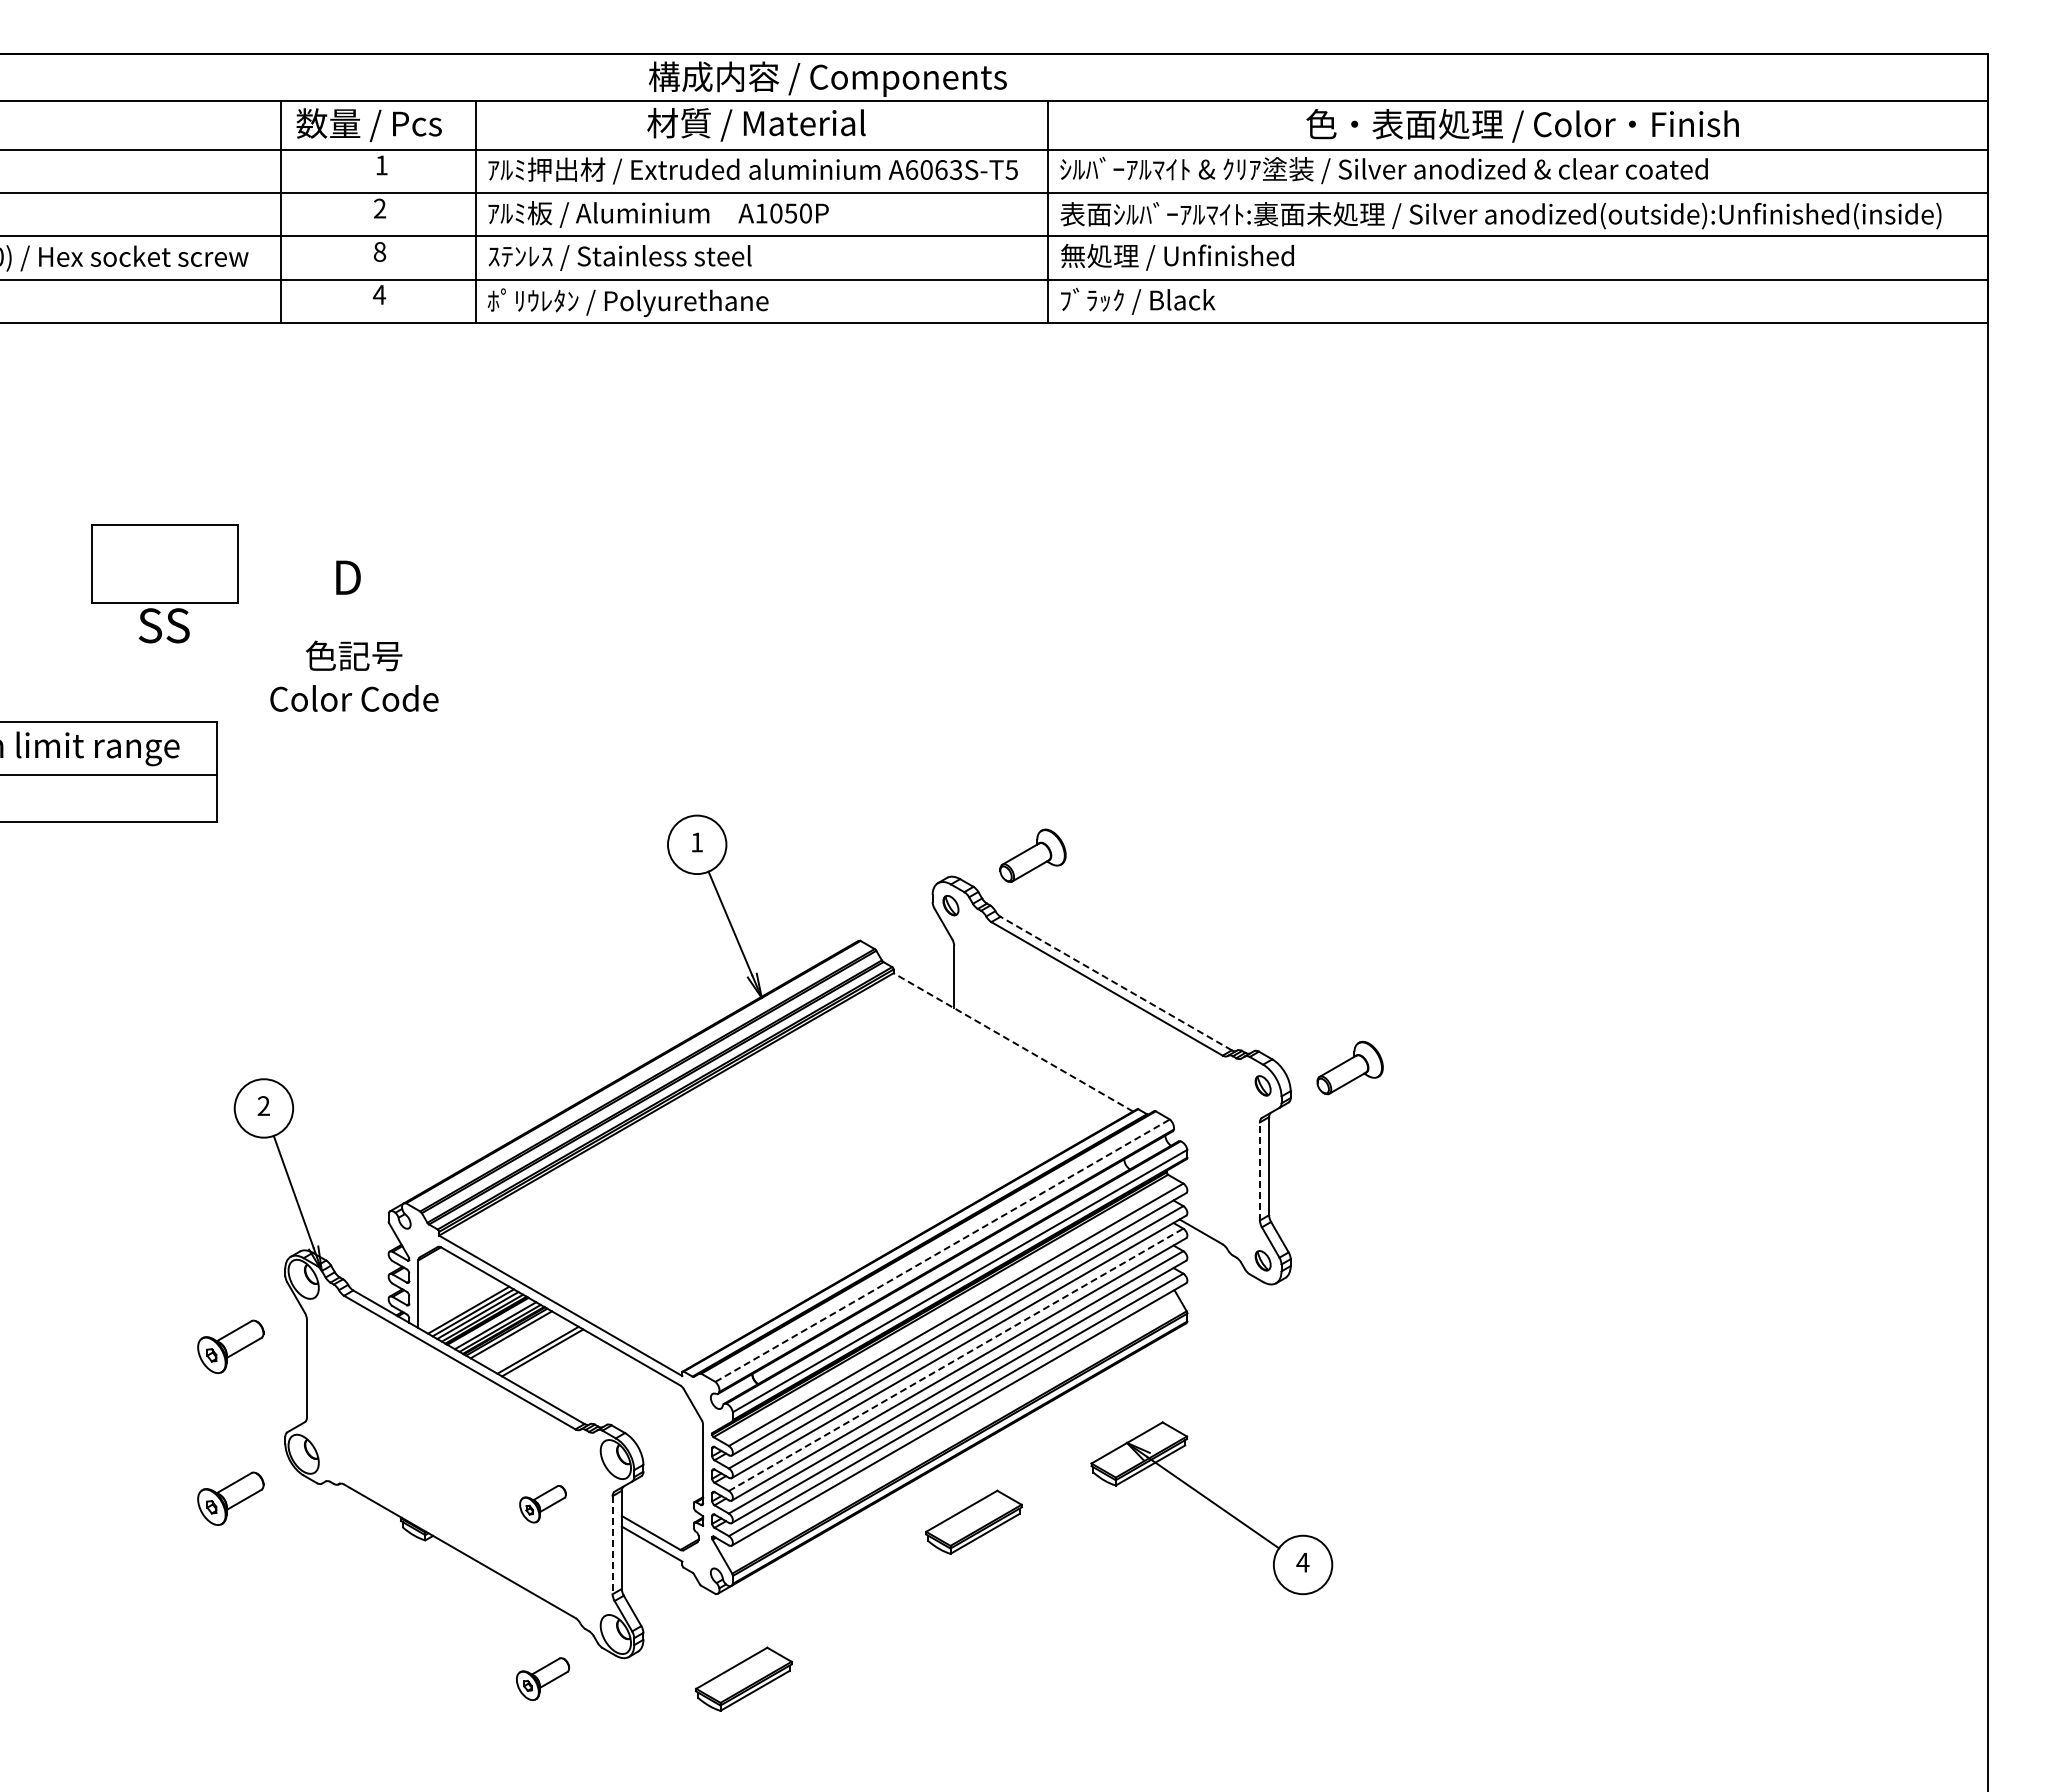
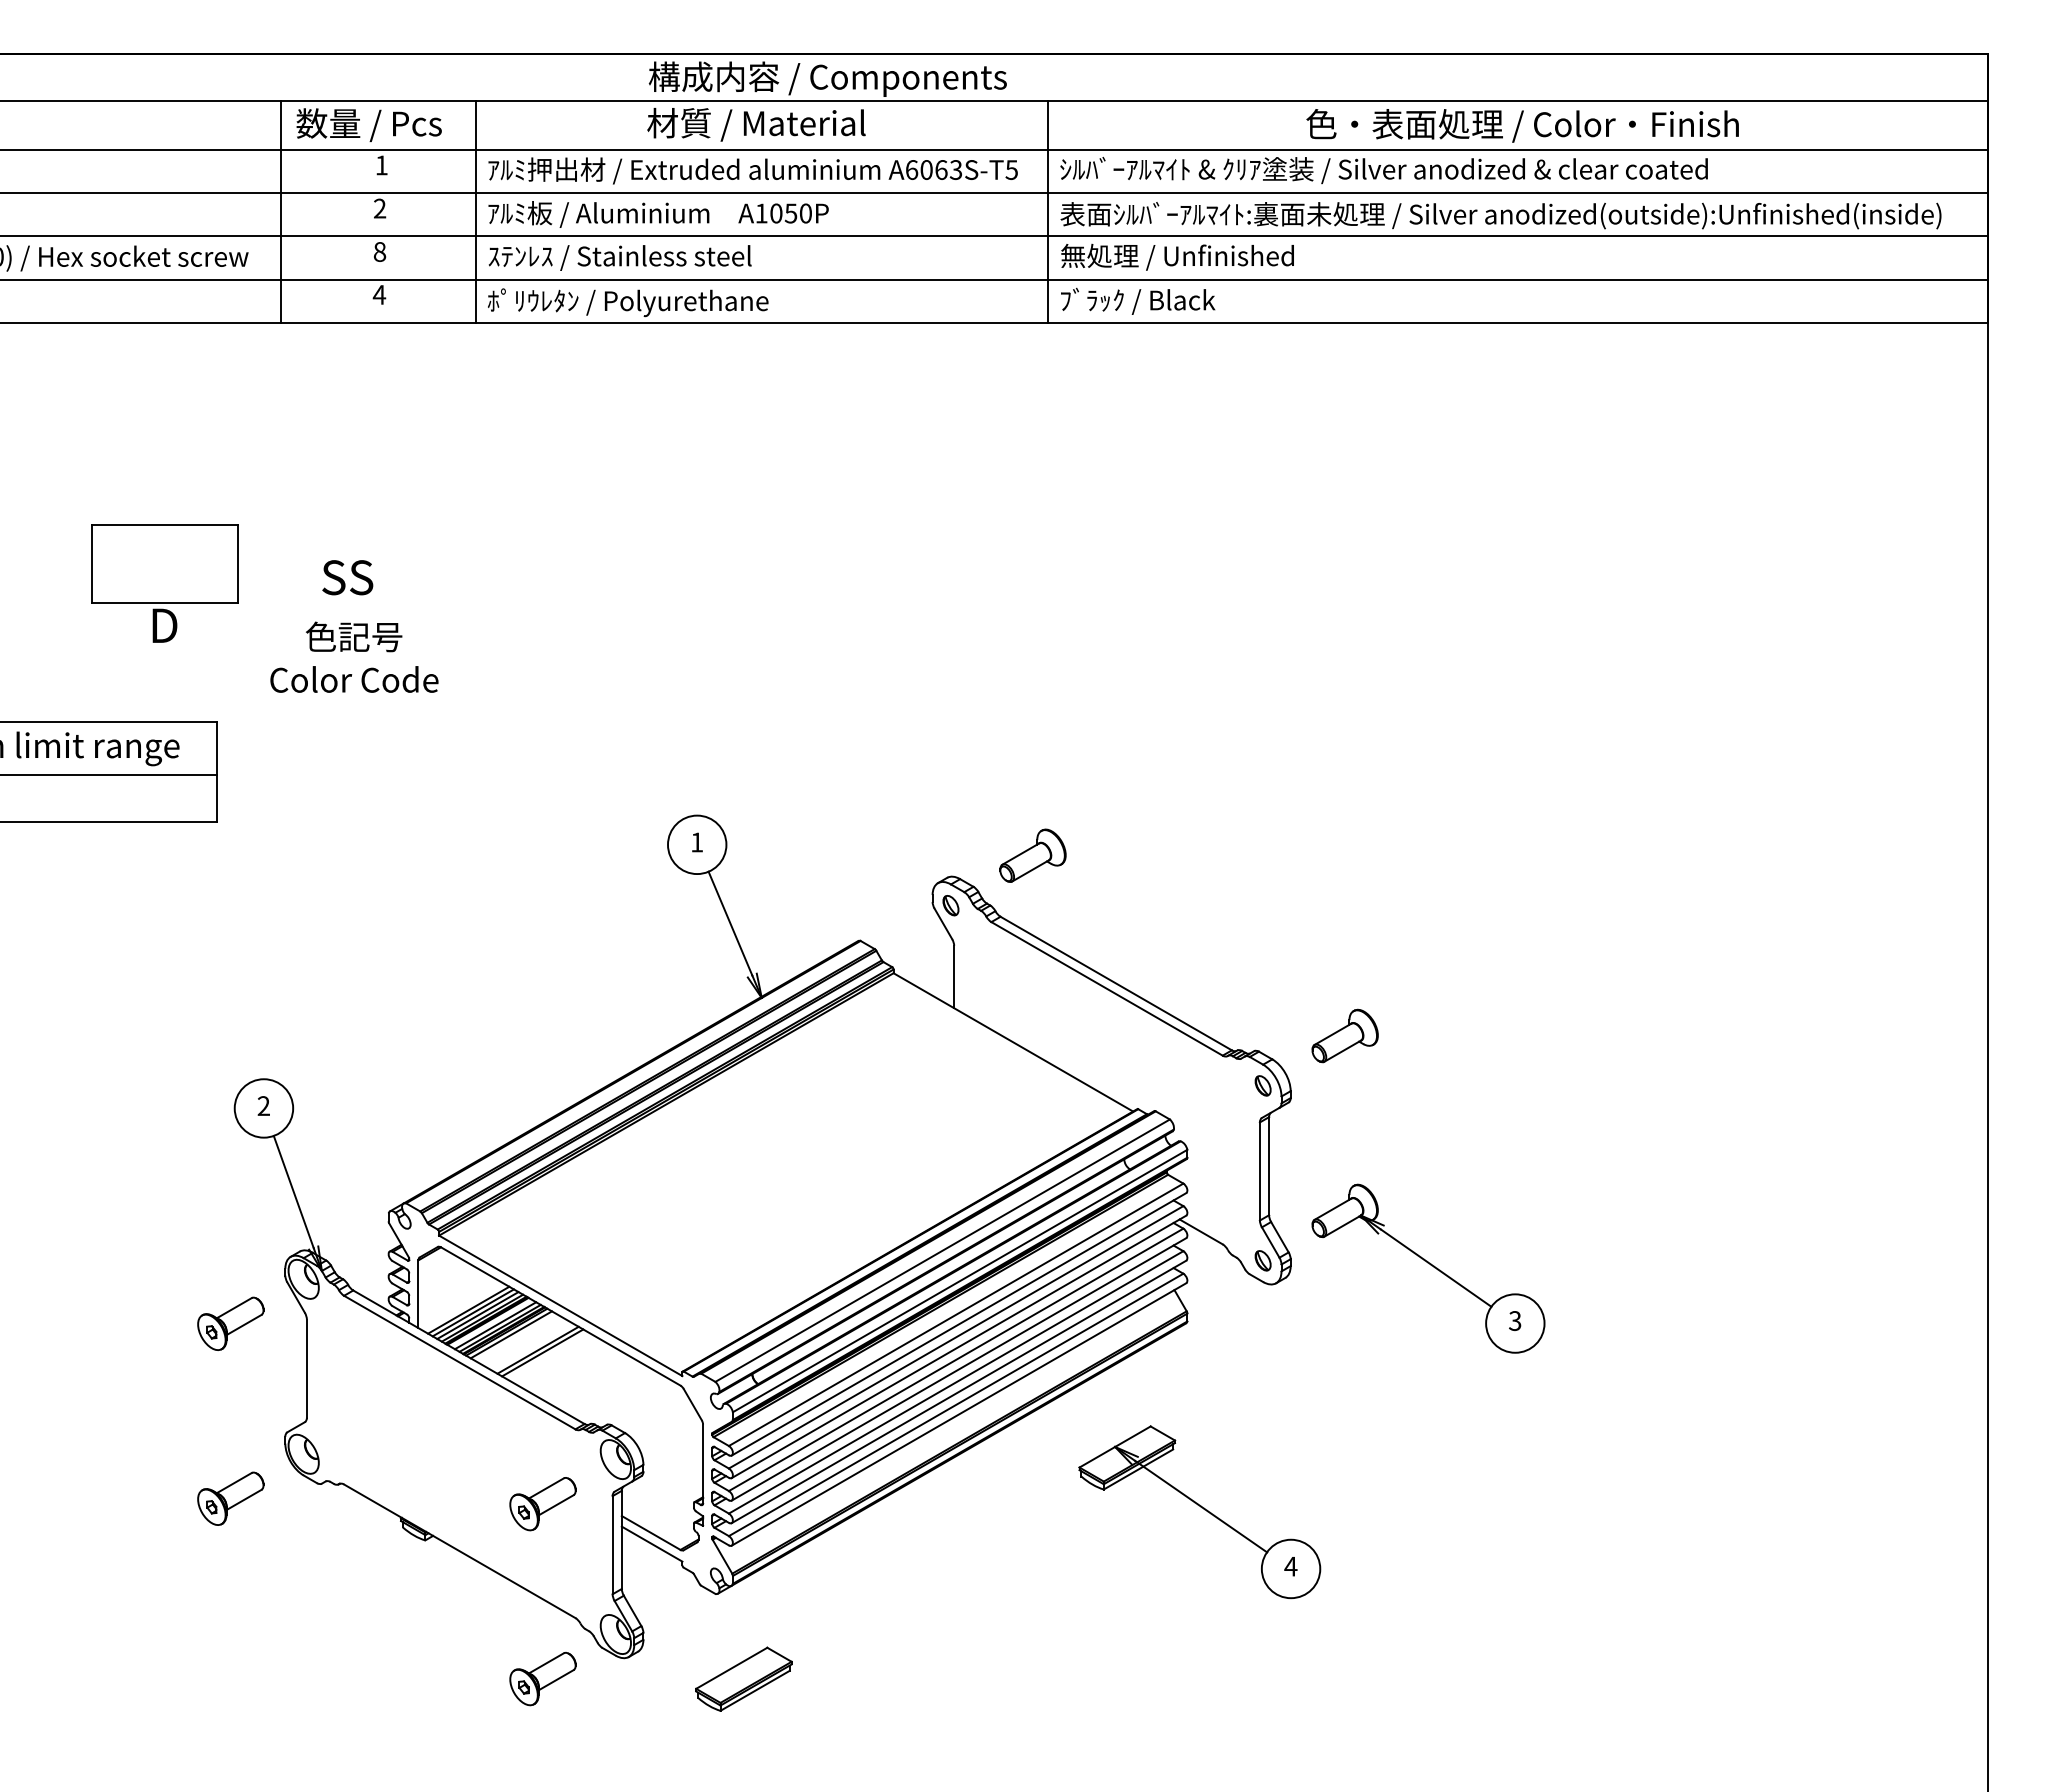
text at (347, 577): D -> SS
text at (163, 625): SS -> D
text at (354, 675) position: (354, 675) -> (354, 656)
line at (1116, 983): dashed -> solid
line at (1012, 1042): dashed -> solid
part at (1349, 1067) position: (1349, 1067) -> (1344, 1035)
line at (1259, 1170): dashed -> solid
line at (943, 1250): dashed -> solid
part at (1428, 1268): none -> present
part at (230, 1346) position: (230, 1346) -> (230, 1323)
line at (956, 1359): dashed -> solid
part at (542, 1504) size: 48x39 px -> 68x55 px
part at (1211, 1508) position: (1211, 1508) -> (1199, 1512)
part at (973, 1521): present -> none
line at (612, 1545): dashed -> solid
part at (542, 1678) size: 54x44 px -> 68x55 px
